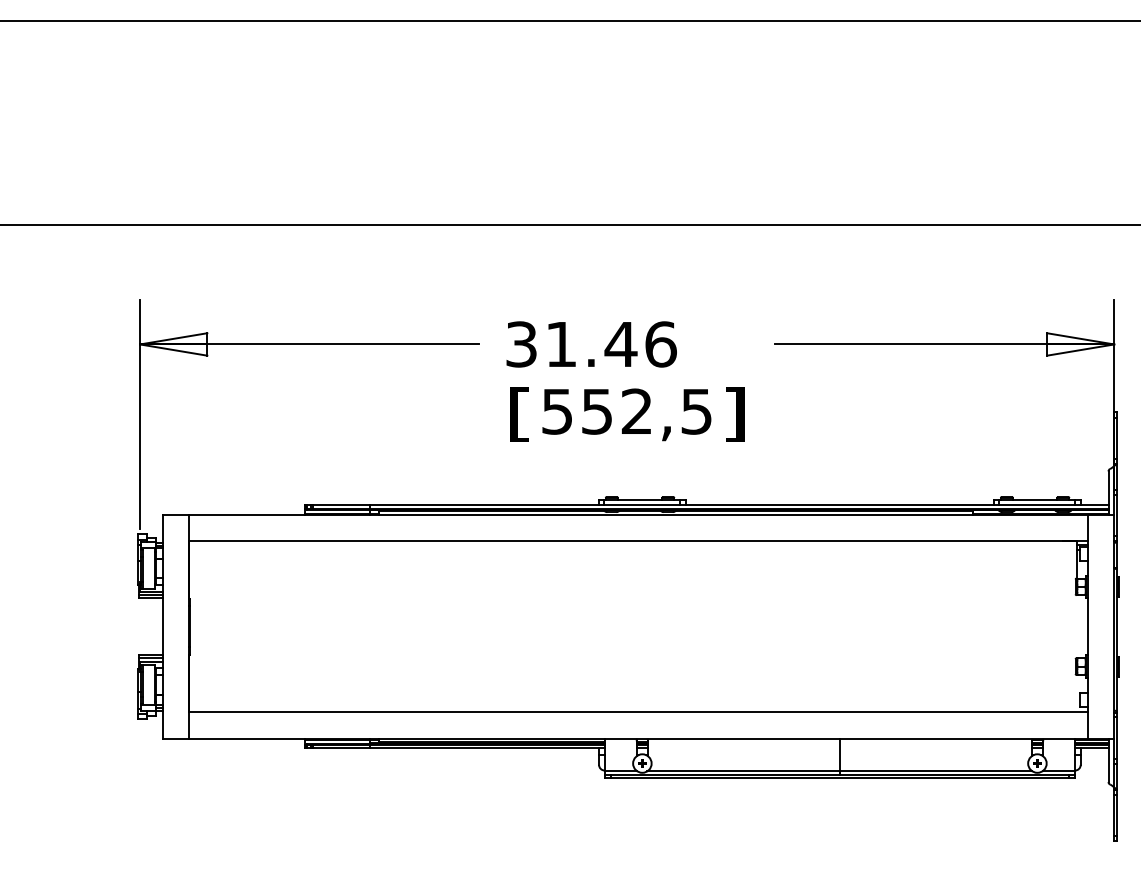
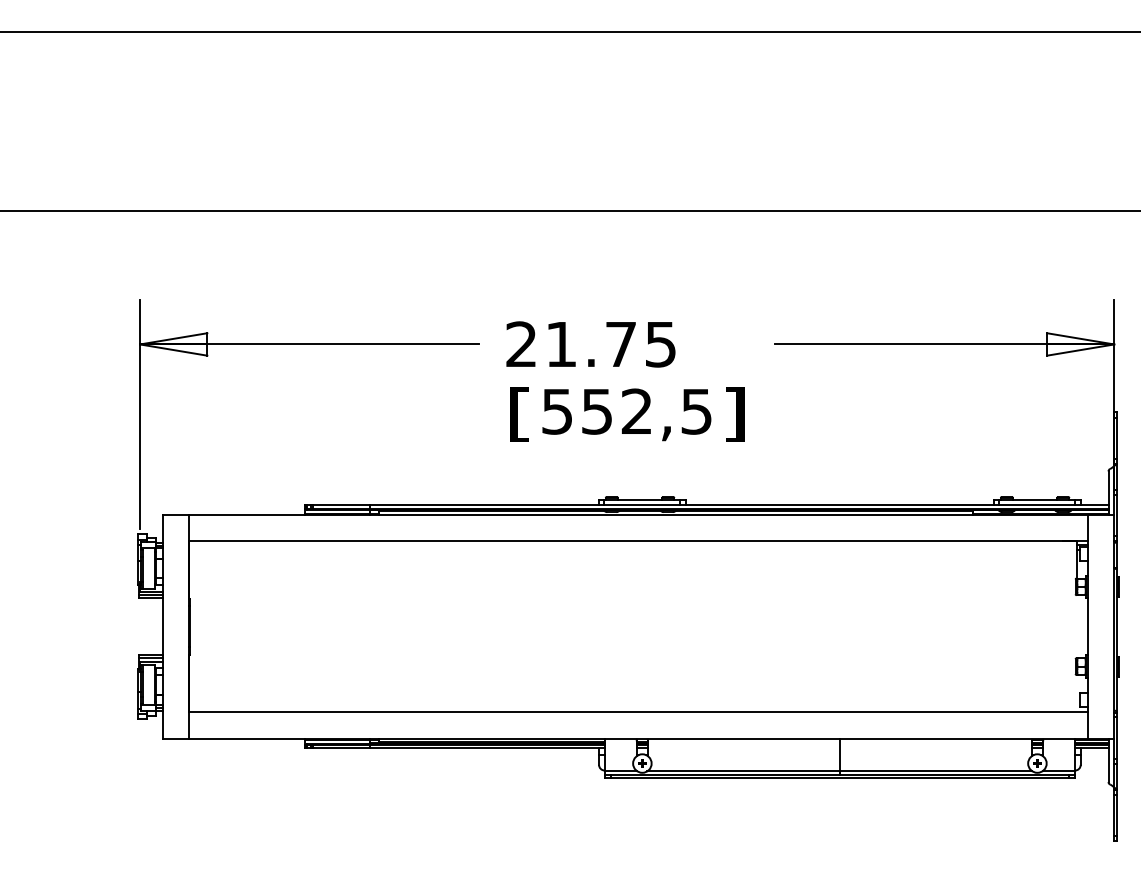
line at (569, 20) position: (569, 20) -> (569, 31)
line at (569, 224) position: (569, 224) -> (569, 210)
text at (591, 344): 31.46 -> 21.75
